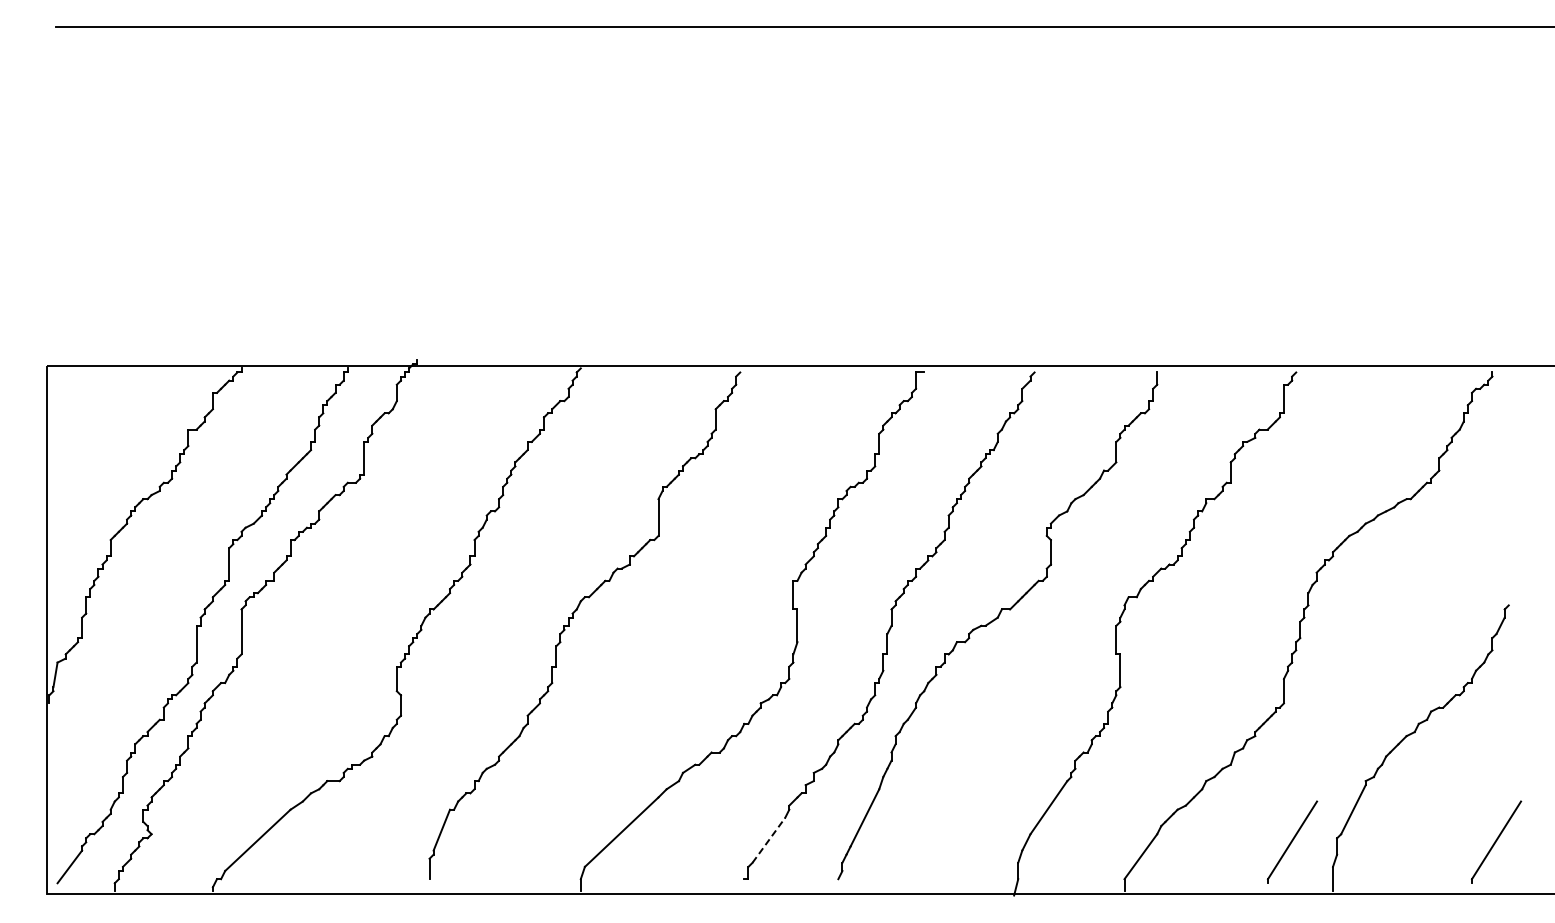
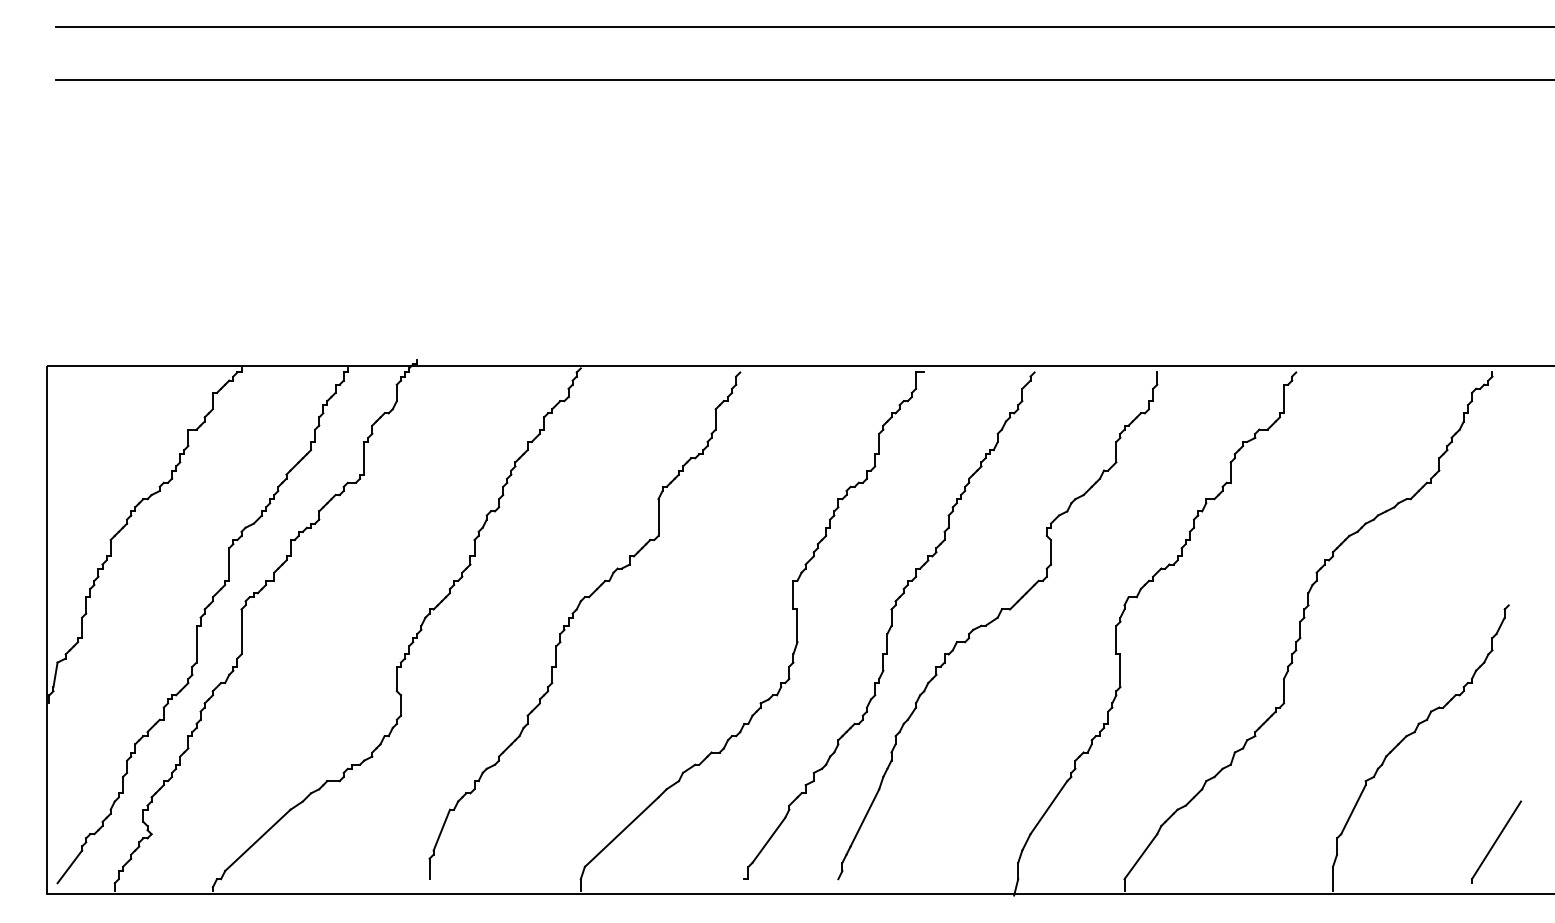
line at (803, 79): none -> present
line at (768, 840): dashed -> solid
part at (1292, 841): present -> none
